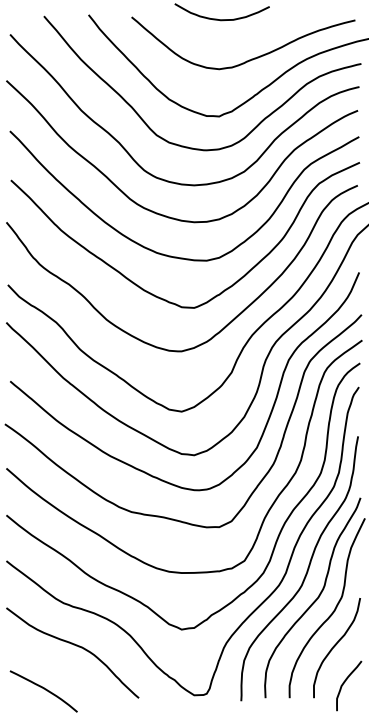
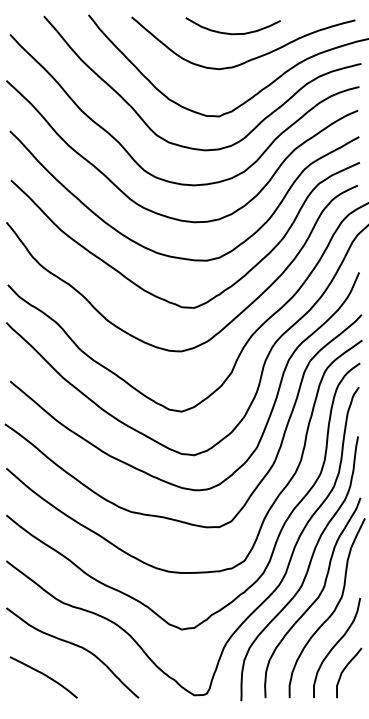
curve at (221, 19) position: (221, 19) -> (232, 33)
curve at (345, 682) position: (345, 682) -> (345, 669)
curve at (43, 689) position: (43, 689) -> (43, 675)
